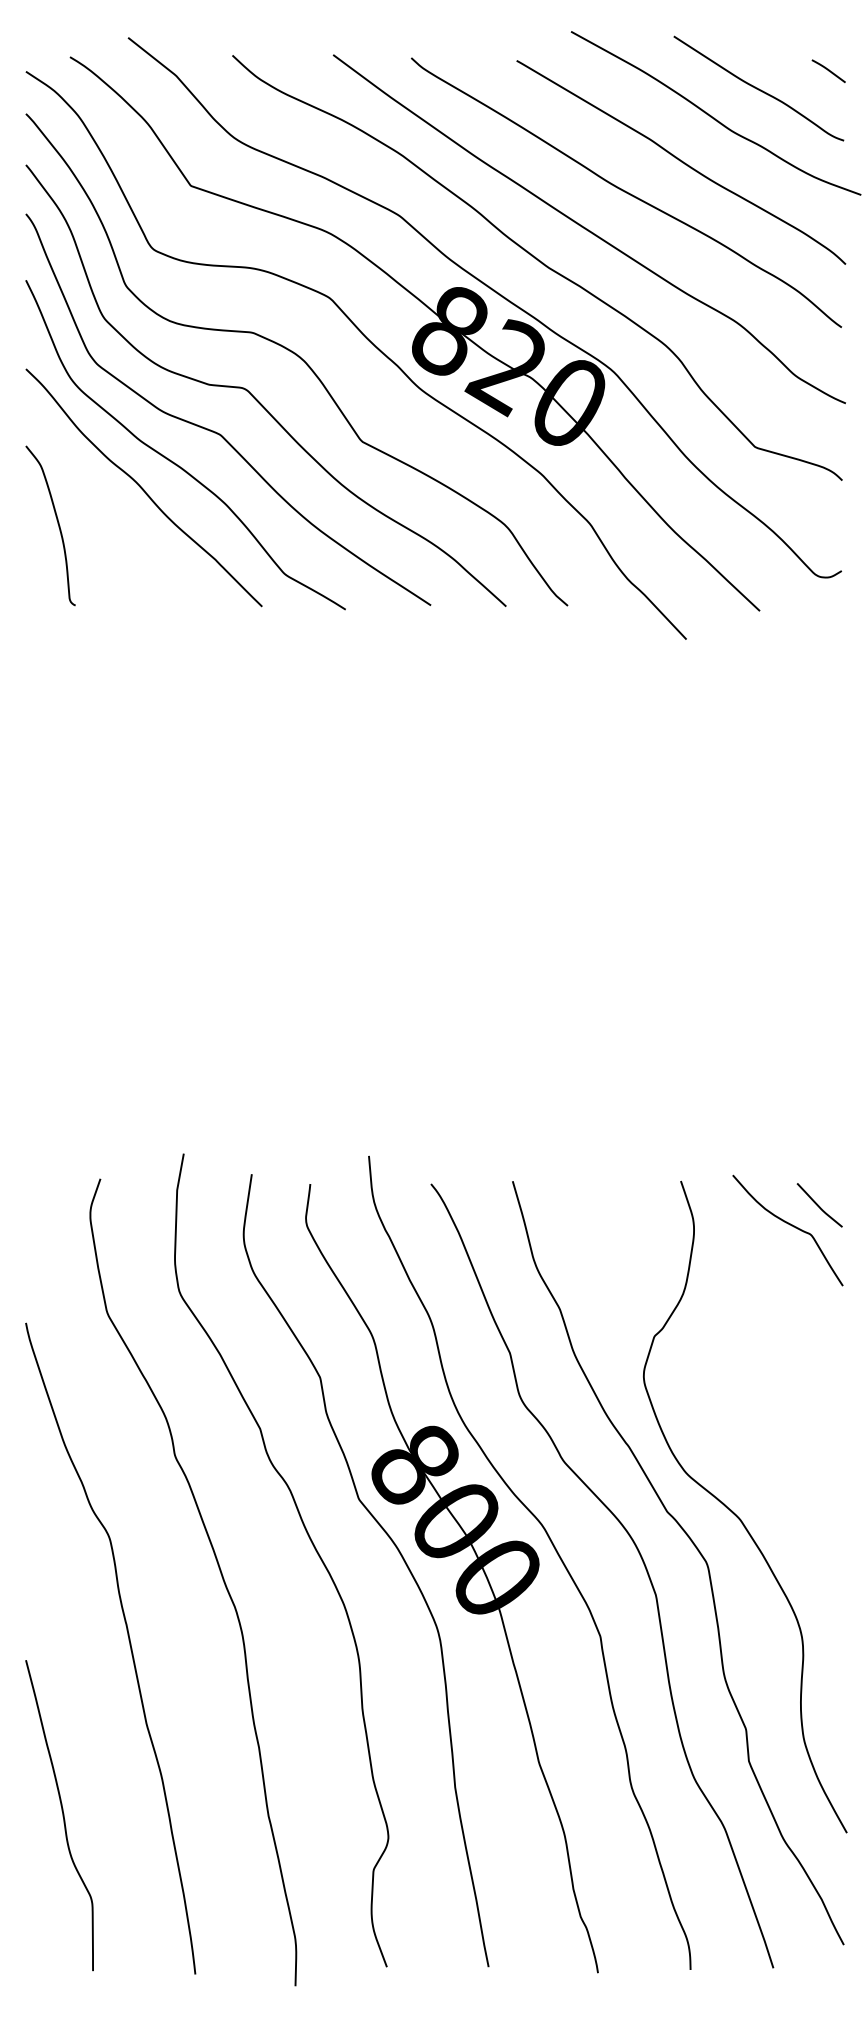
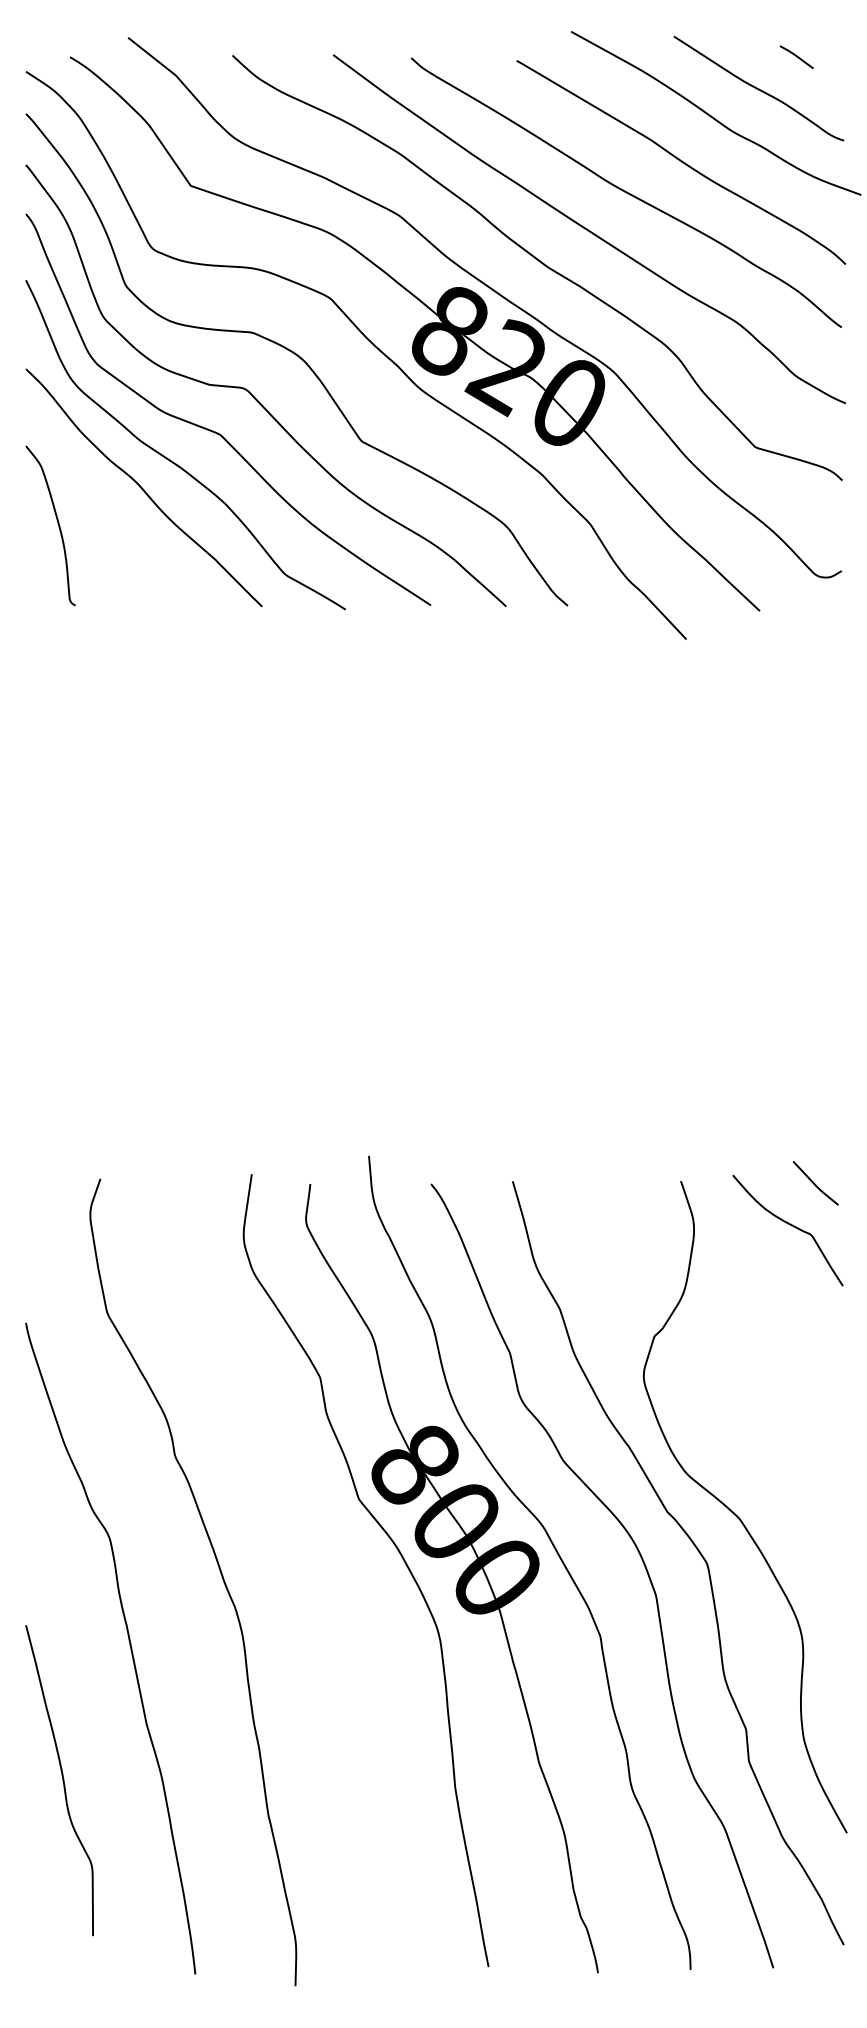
line at (828, 70) position: (828, 70) -> (796, 56)
curve at (819, 1205) position: (819, 1205) -> (815, 1183)
curve at (312, 1545): present -> none
curve at (62, 1815) position: (62, 1815) -> (62, 1780)
